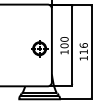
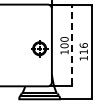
line at (72, 44): solid -> dashed
